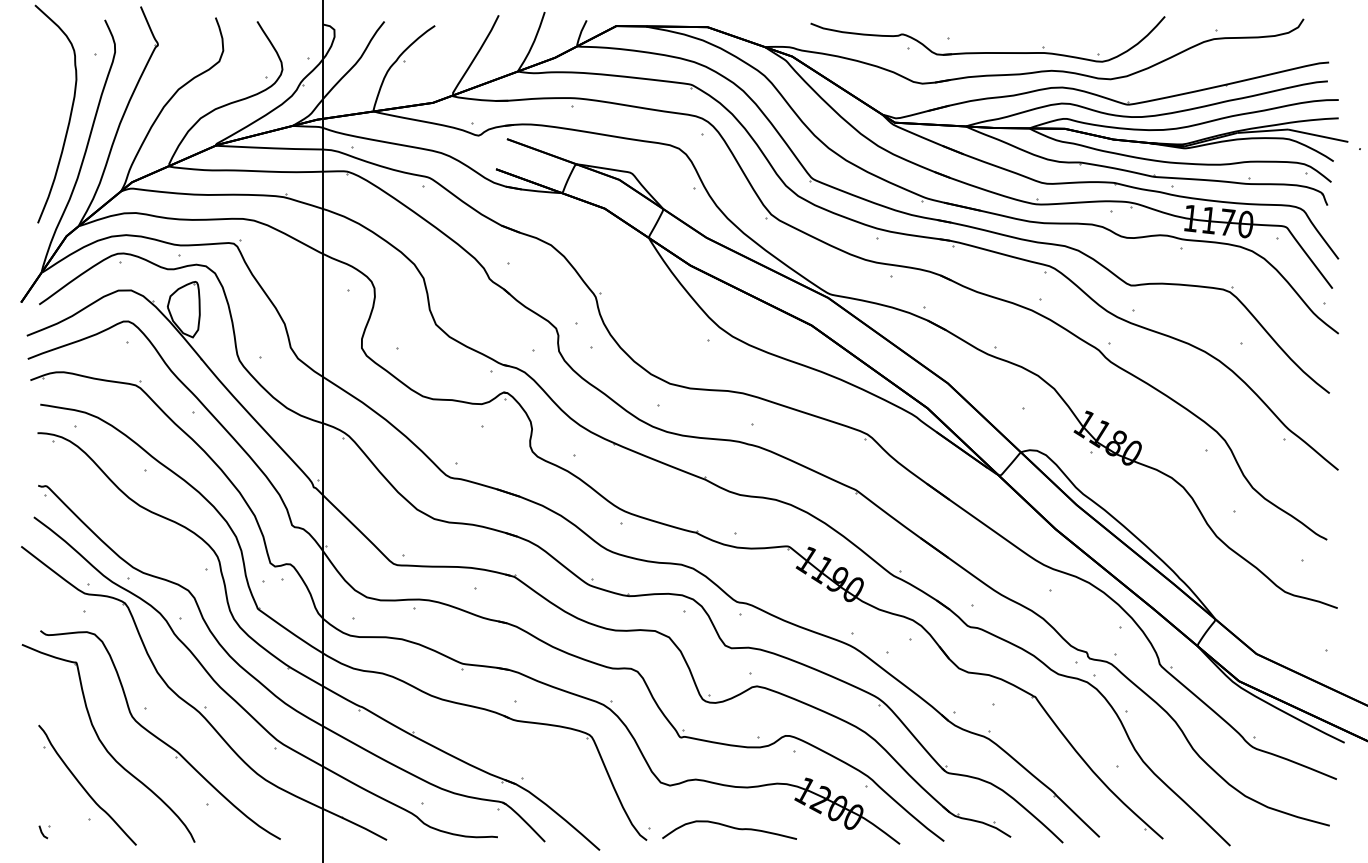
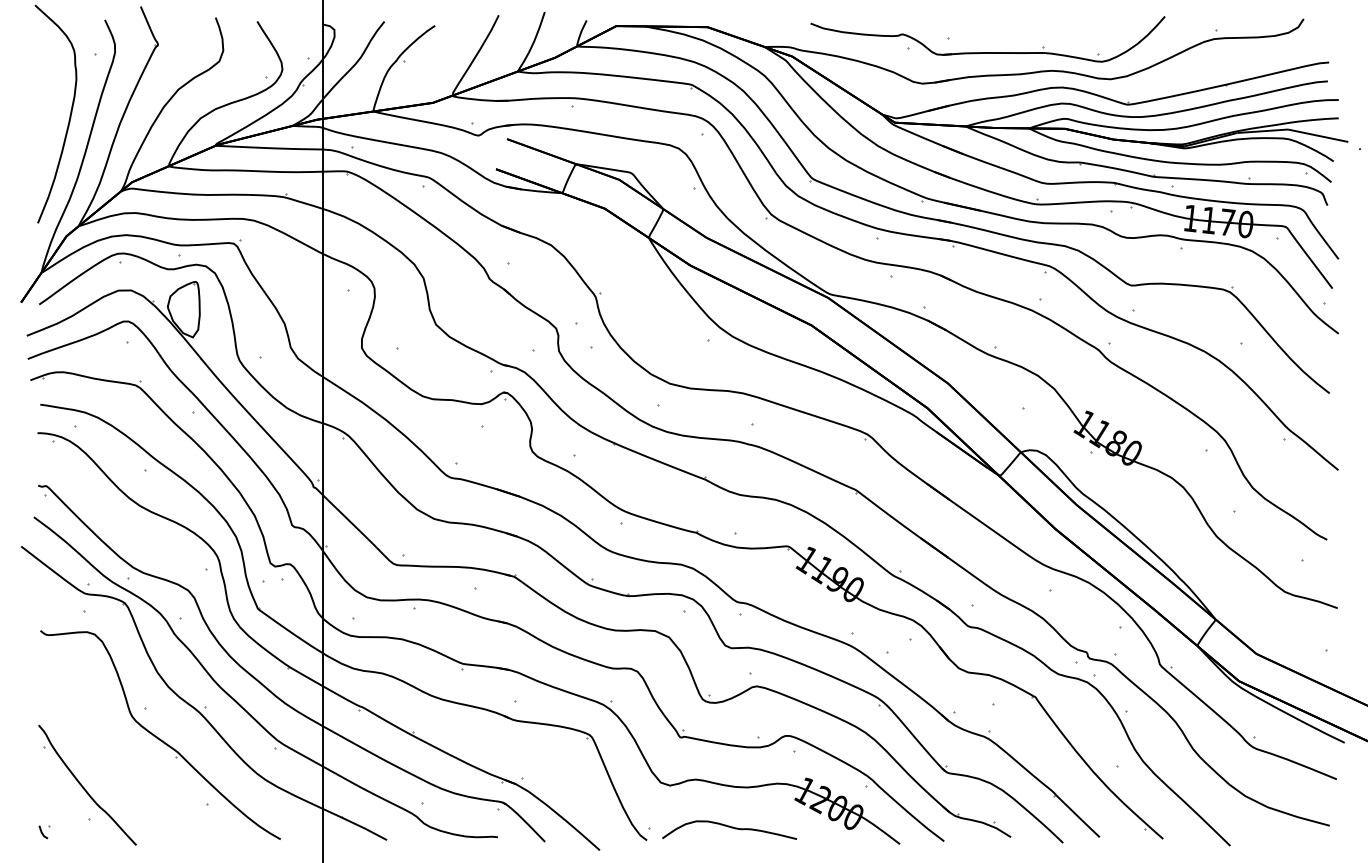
part at (108, 743): present -> none
